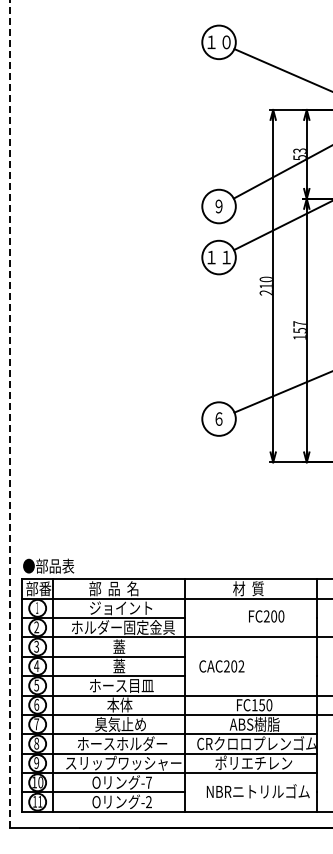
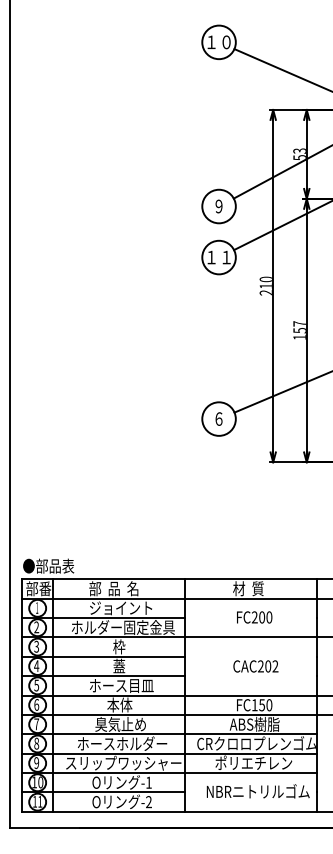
line at (9, 414): dashed -> solid
text at (266, 616) position: (266, 616) -> (254, 617)
text at (119, 646): 蓋 -> 枠
text at (221, 666) position: (221, 666) -> (255, 666)
text at (148, 782): -7 -> -1
